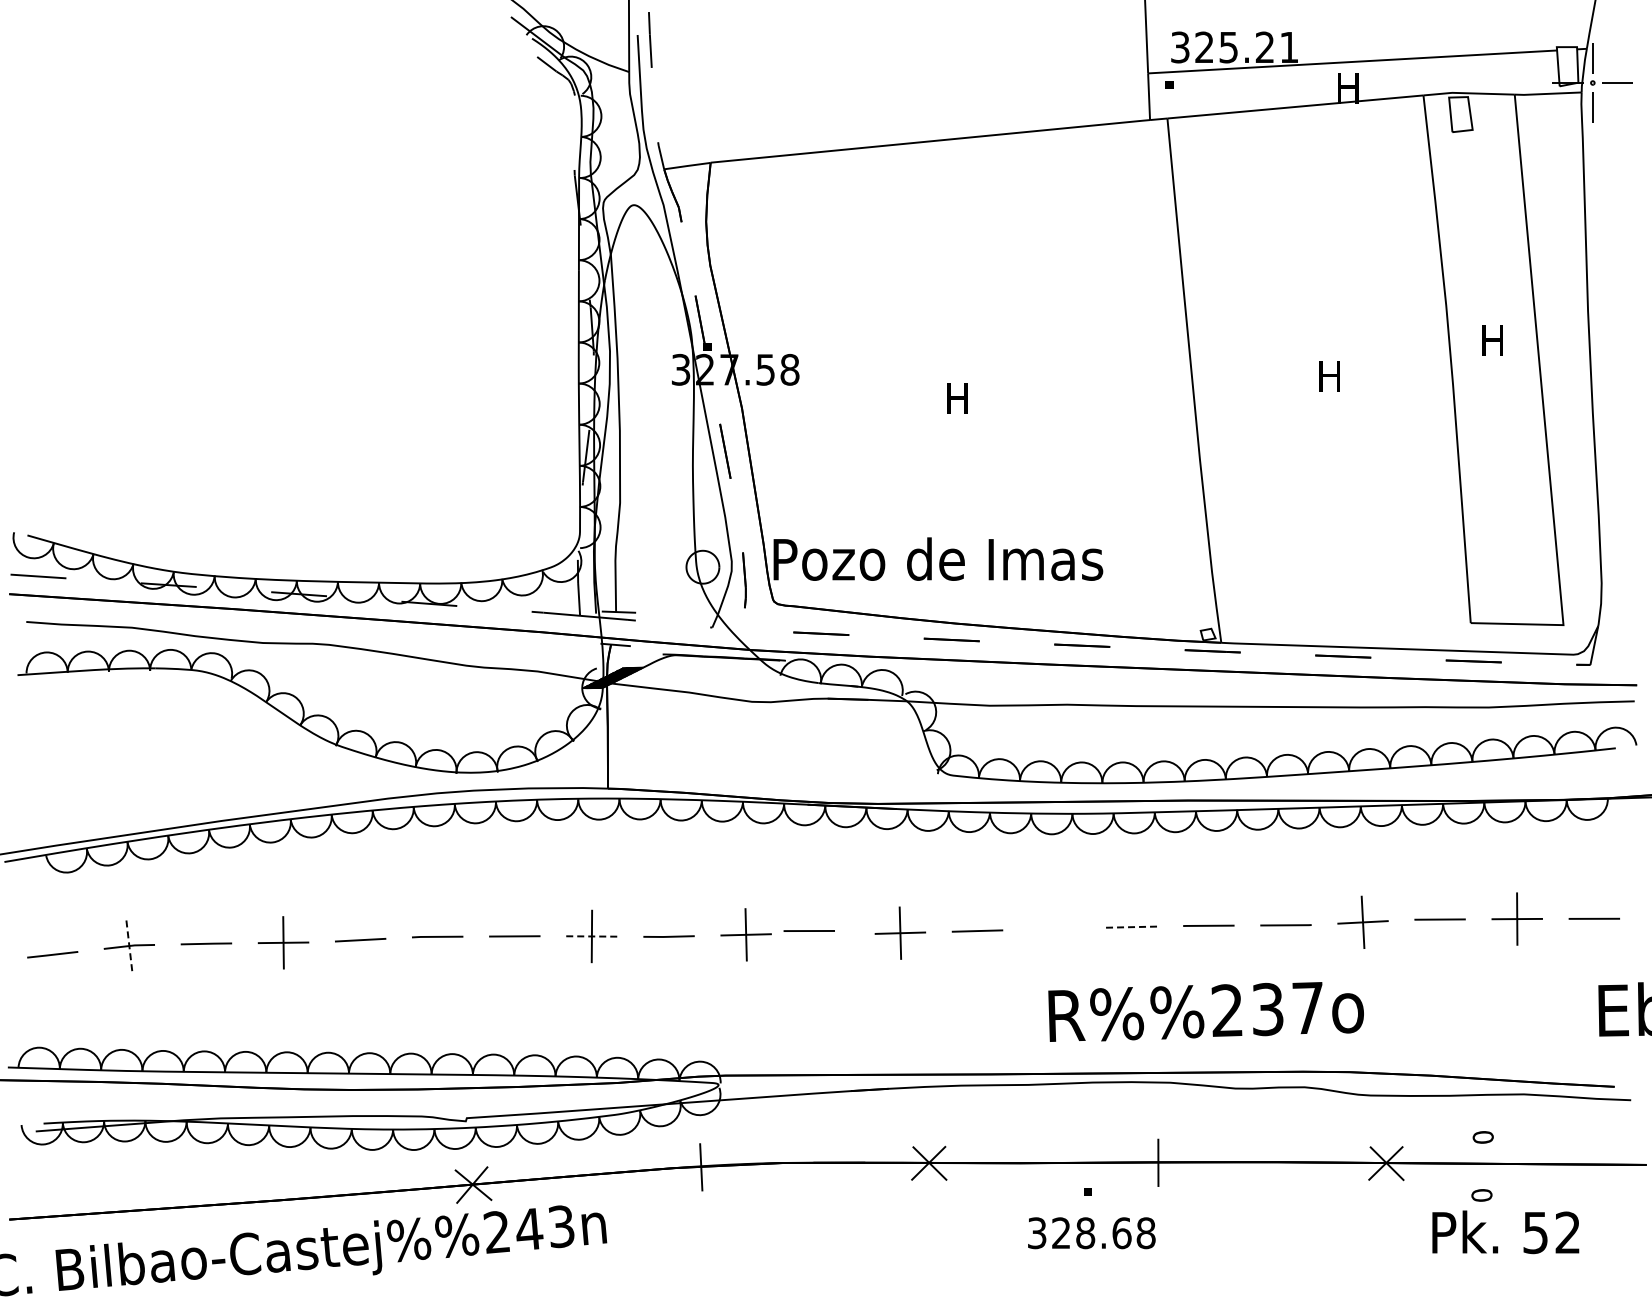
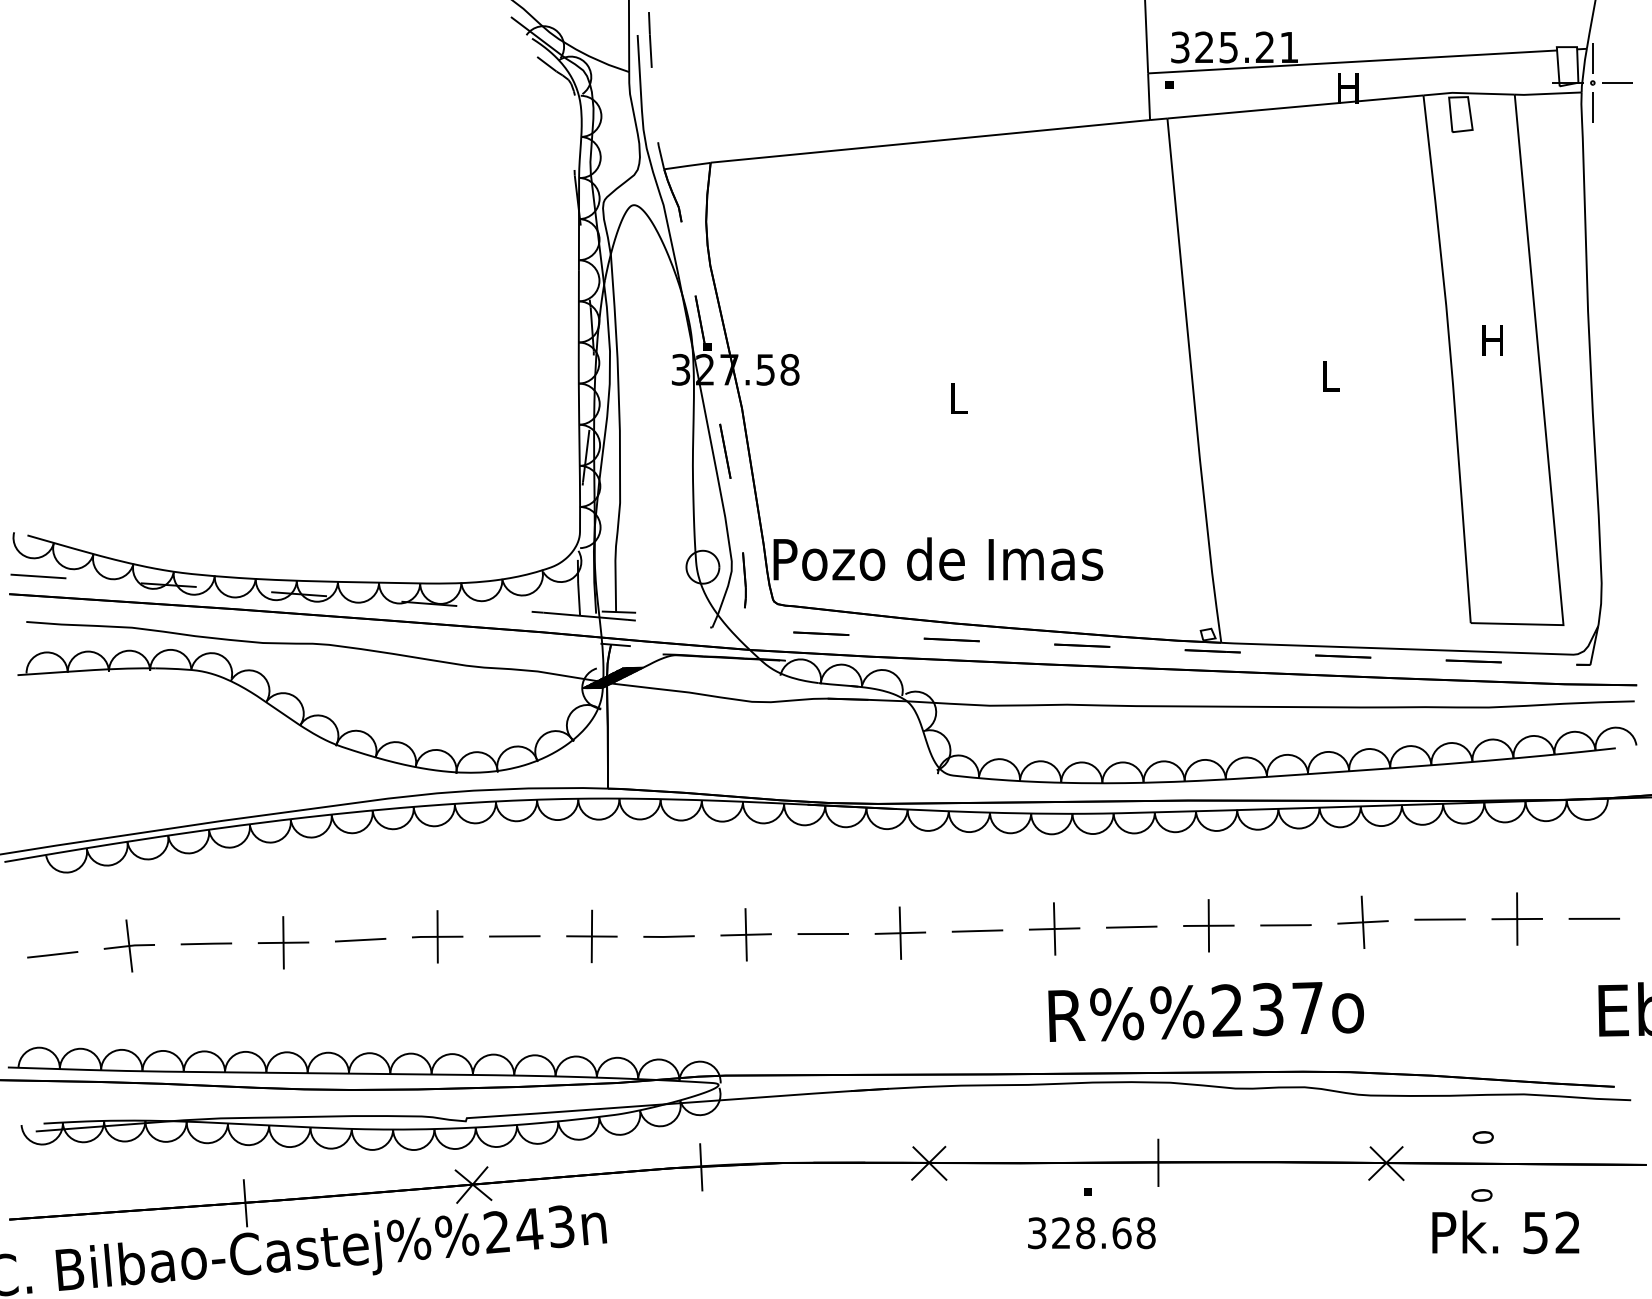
text at (1329, 376): H -> L
text at (957, 398): H -> L
line at (1208, 925): none -> present
line at (1131, 927): dashed -> solid
part at (1054, 928): none -> present
line at (808, 930) position: (808, 930) -> (822, 933)
line at (437, 936): none -> present
line at (591, 936): dashed -> solid
line at (129, 946): dashed -> solid
line at (245, 1203): none -> present
